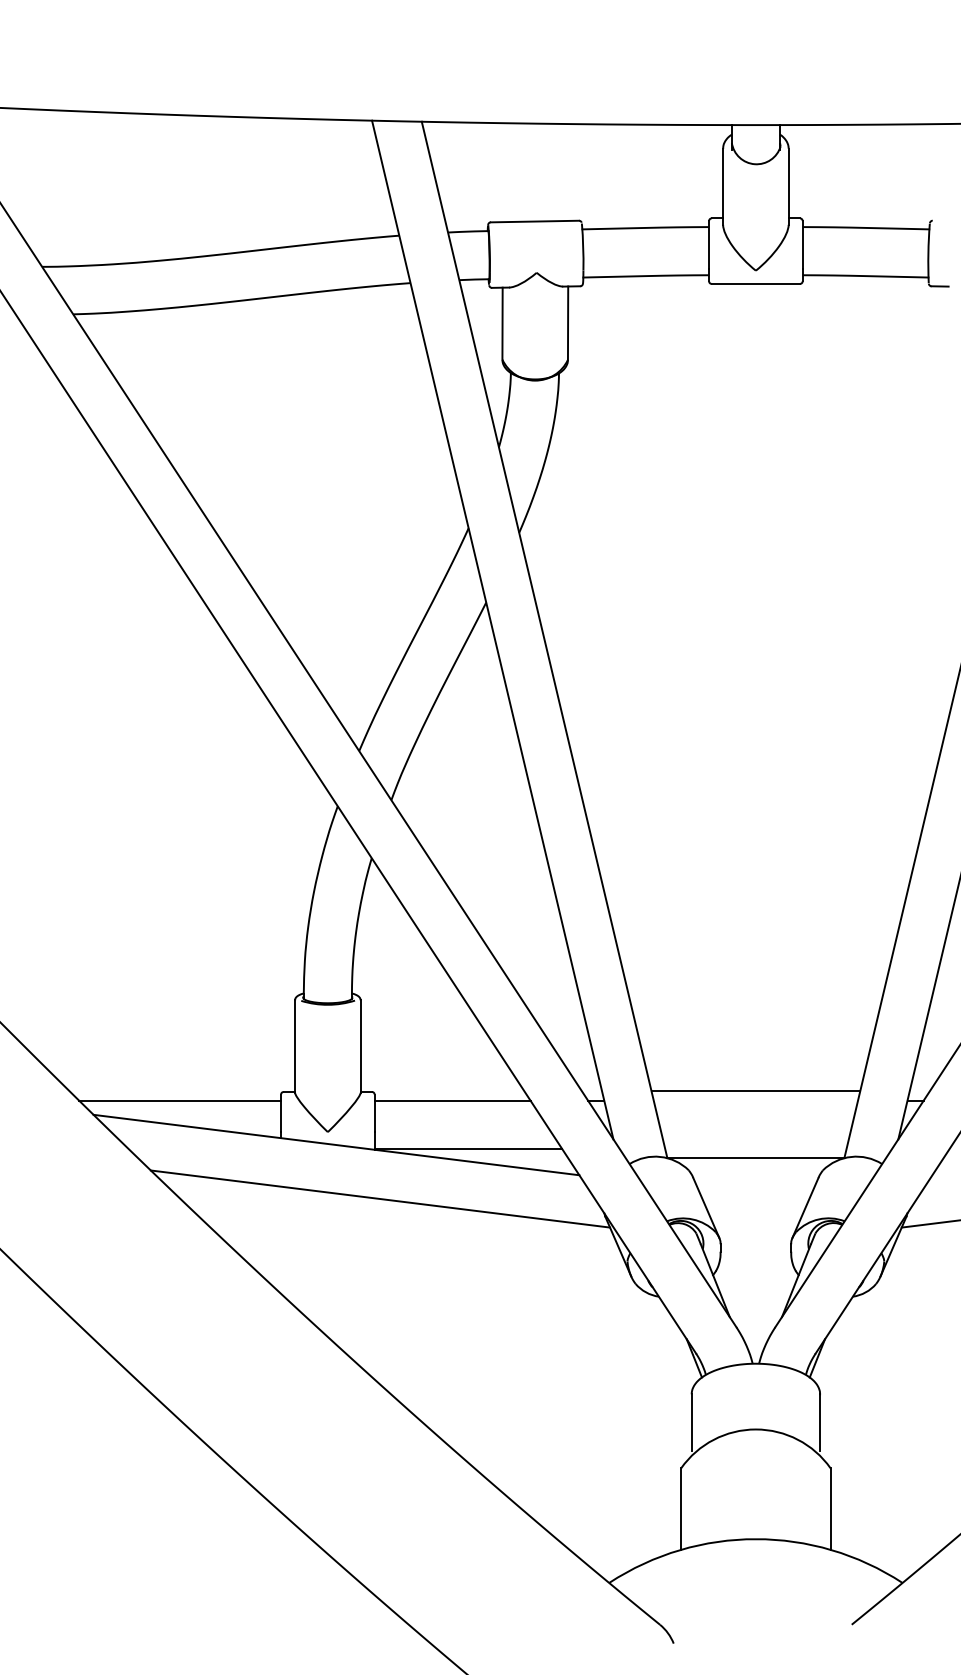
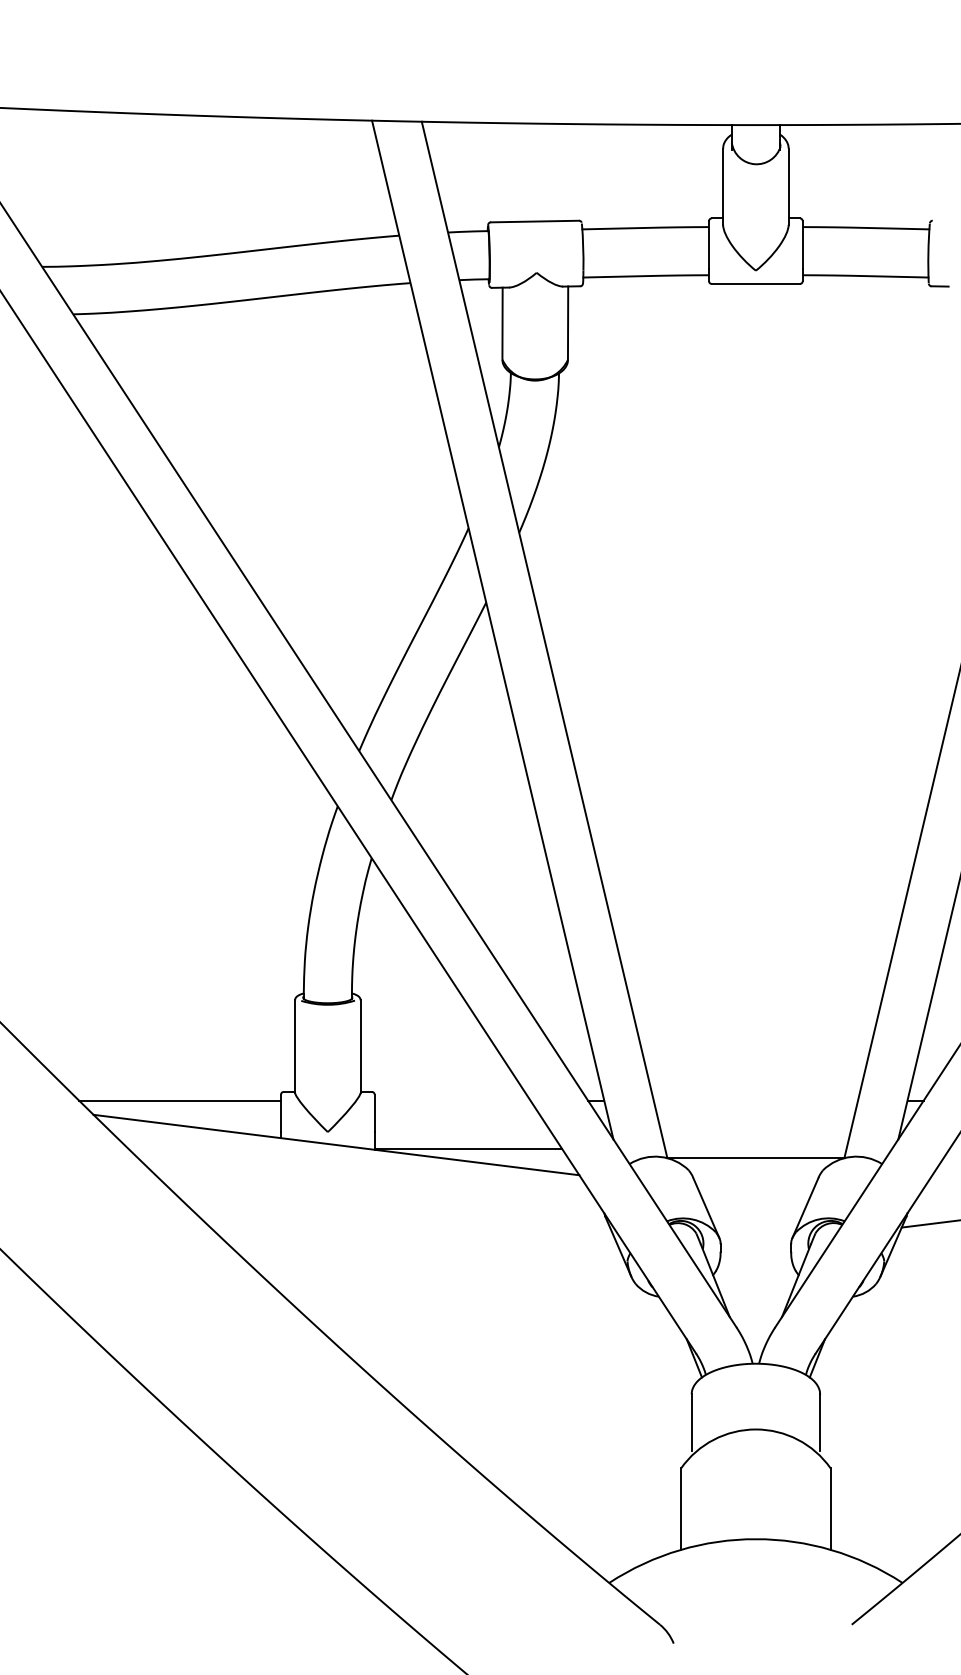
line at (755, 1091): present -> none
line at (452, 1100): present -> none
line at (380, 1198): present -> none
